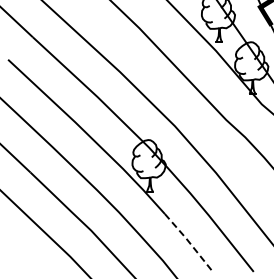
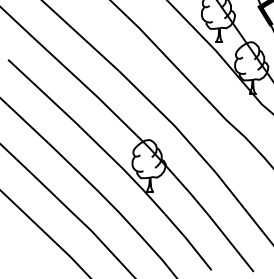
line at (188, 241): dashed -> solid
